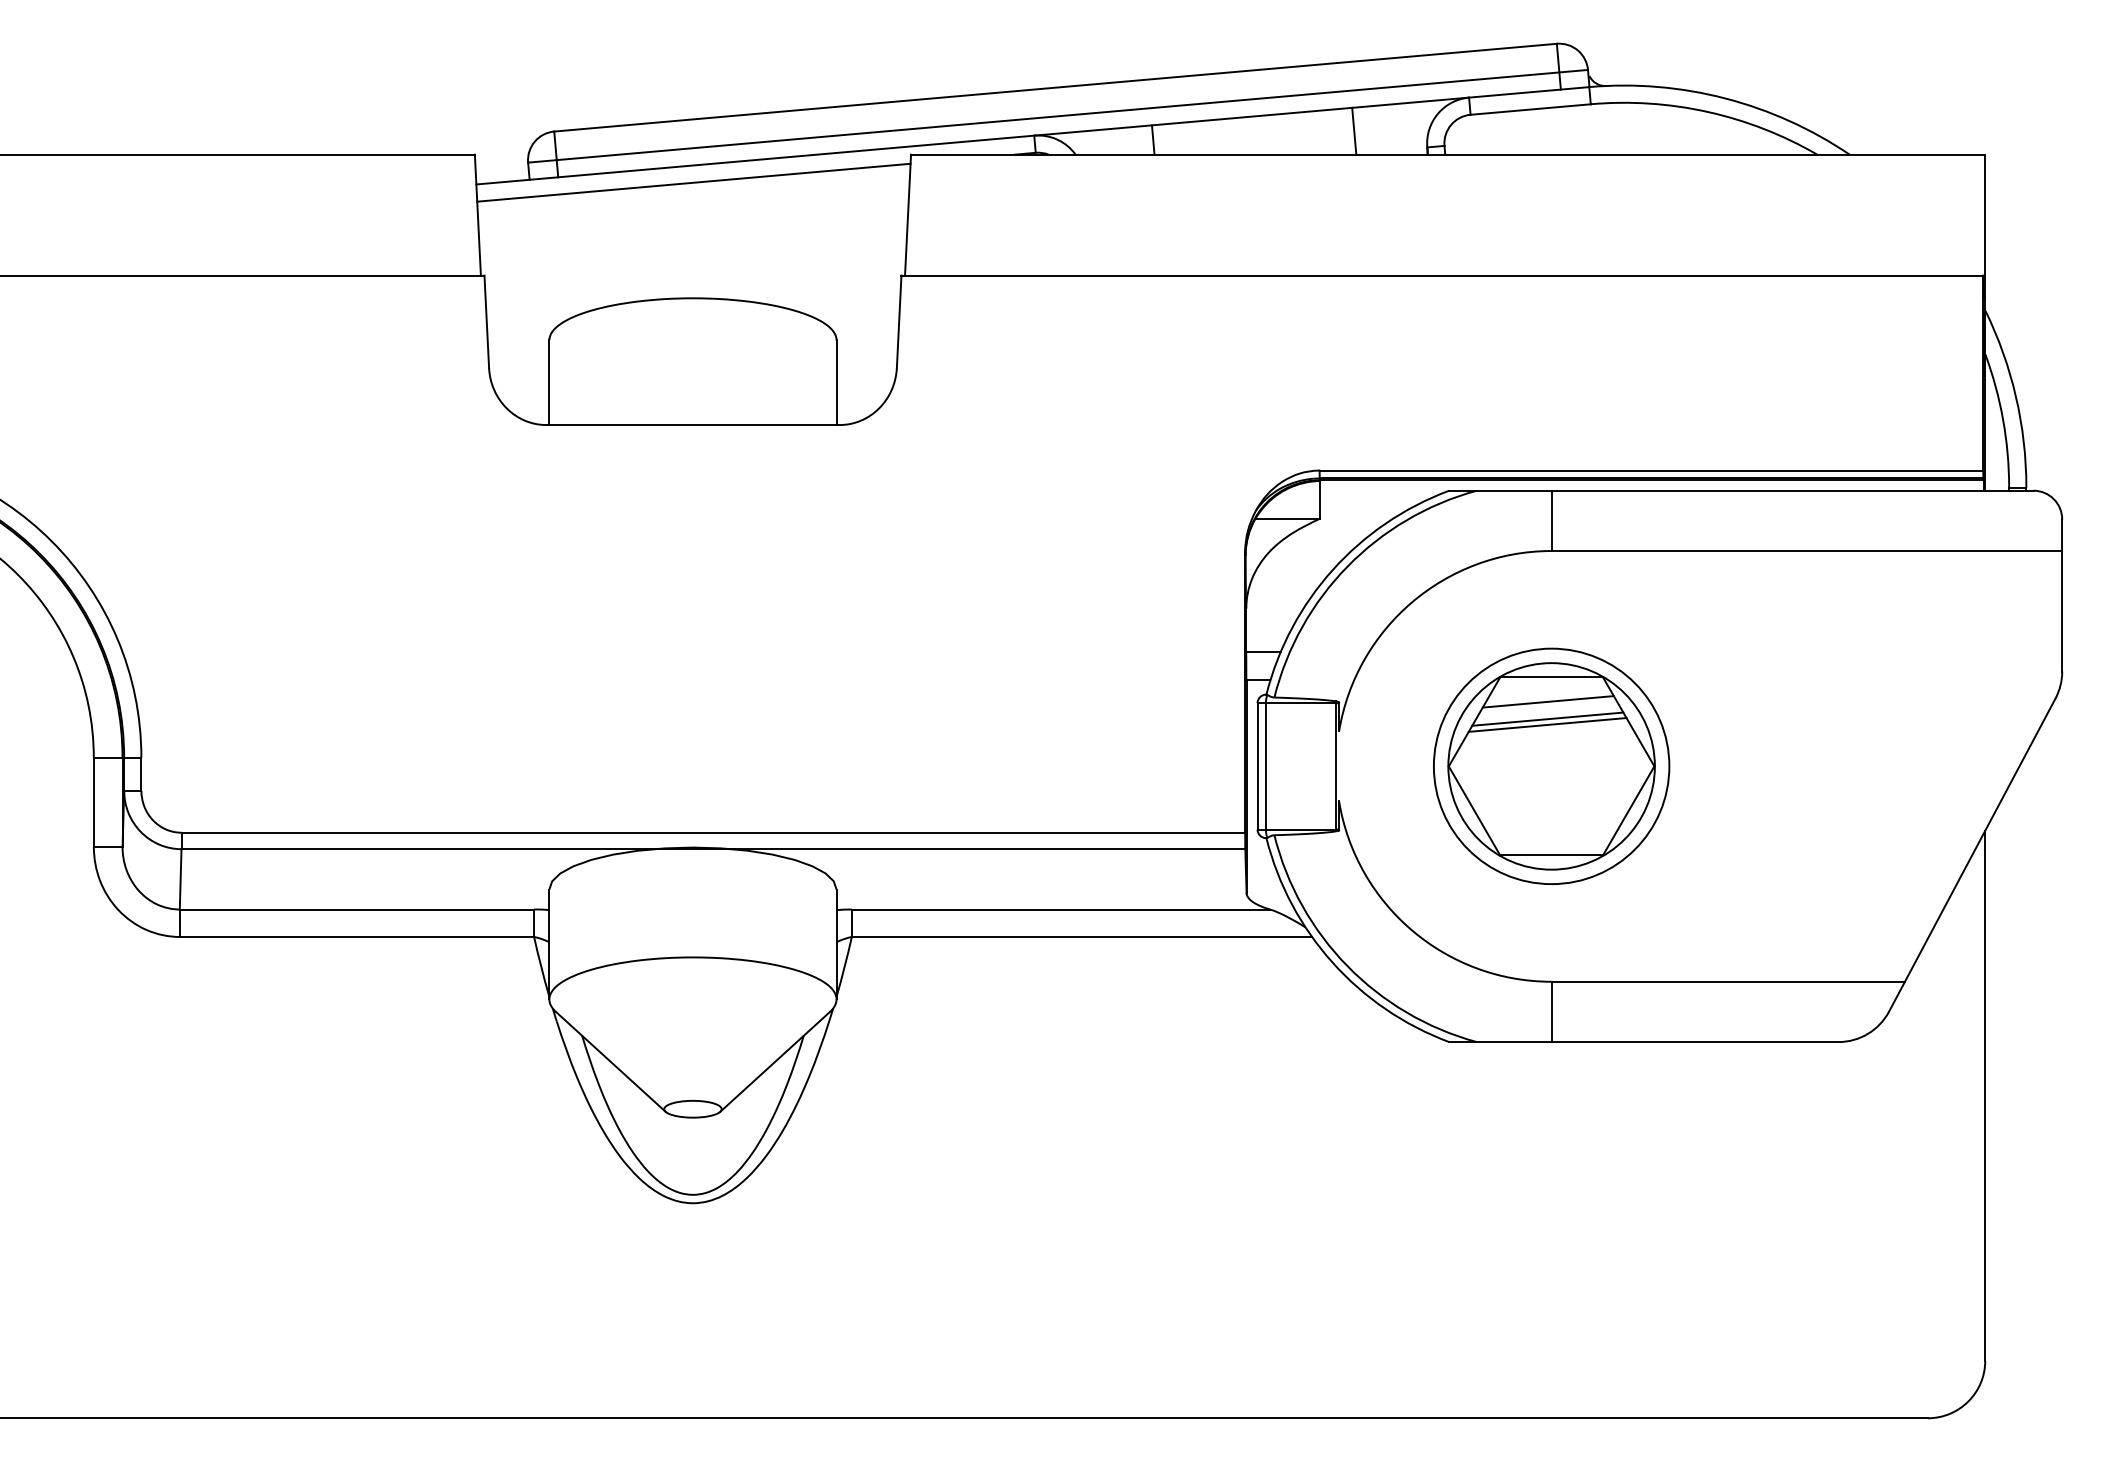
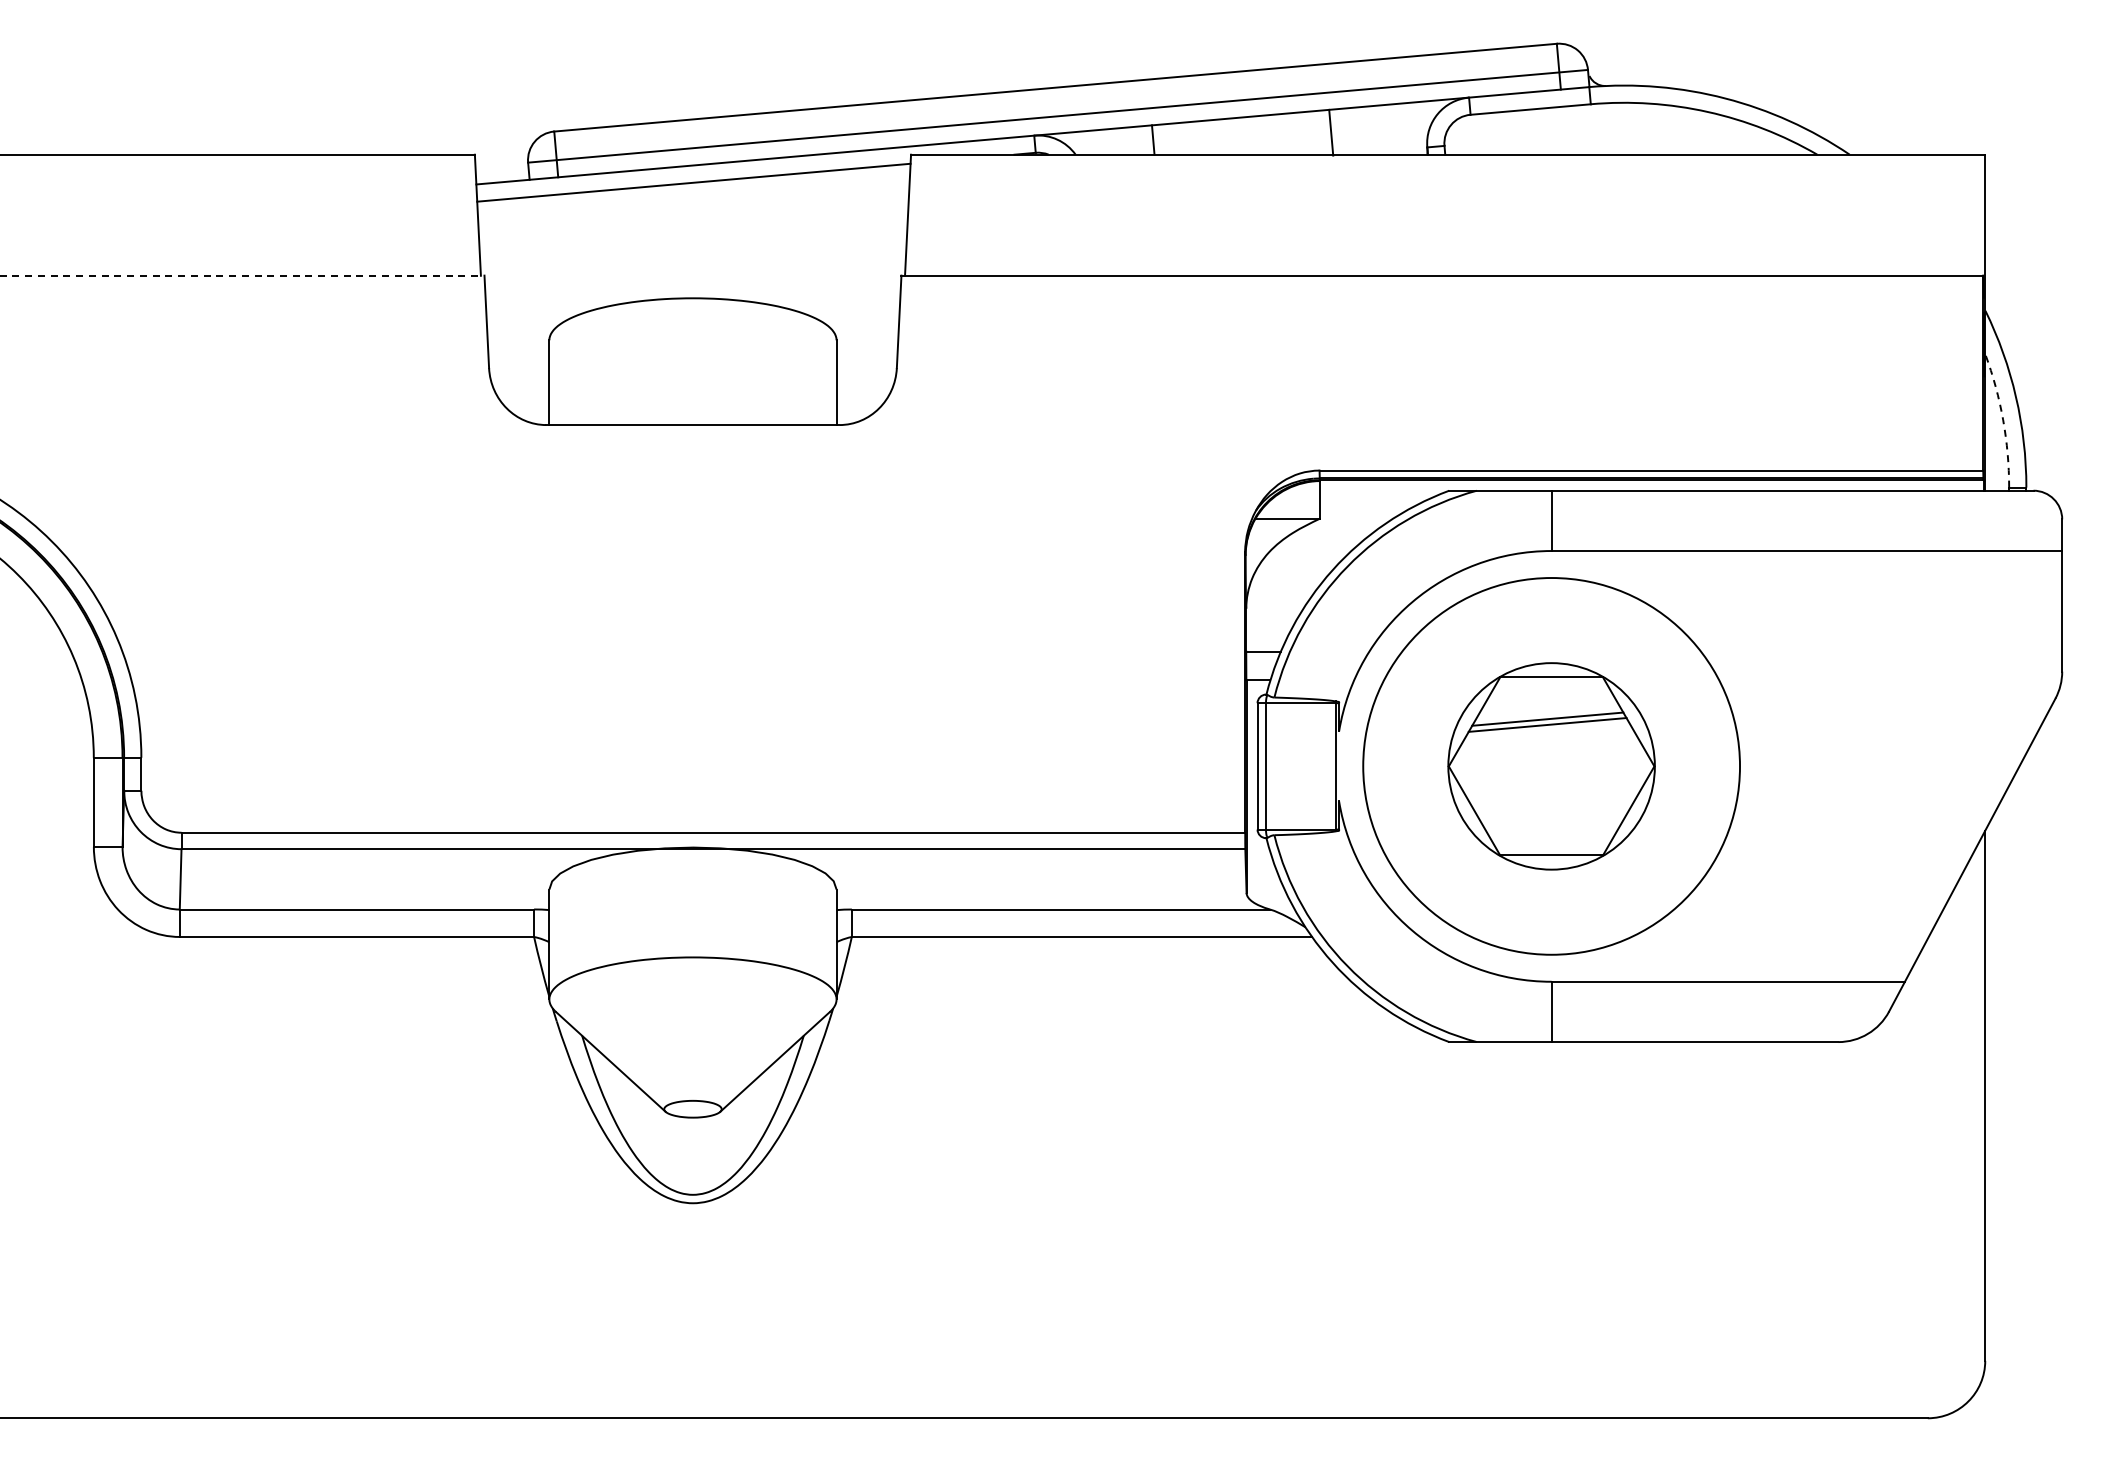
line at (1354, 130) position: (1354, 130) -> (1331, 132)
line at (242, 275): solid -> dashed
arc at (2003, 419): solid -> dashed
line at (1547, 701): present -> none
circle at (1551, 766) diameter: 235 px -> 377 px
